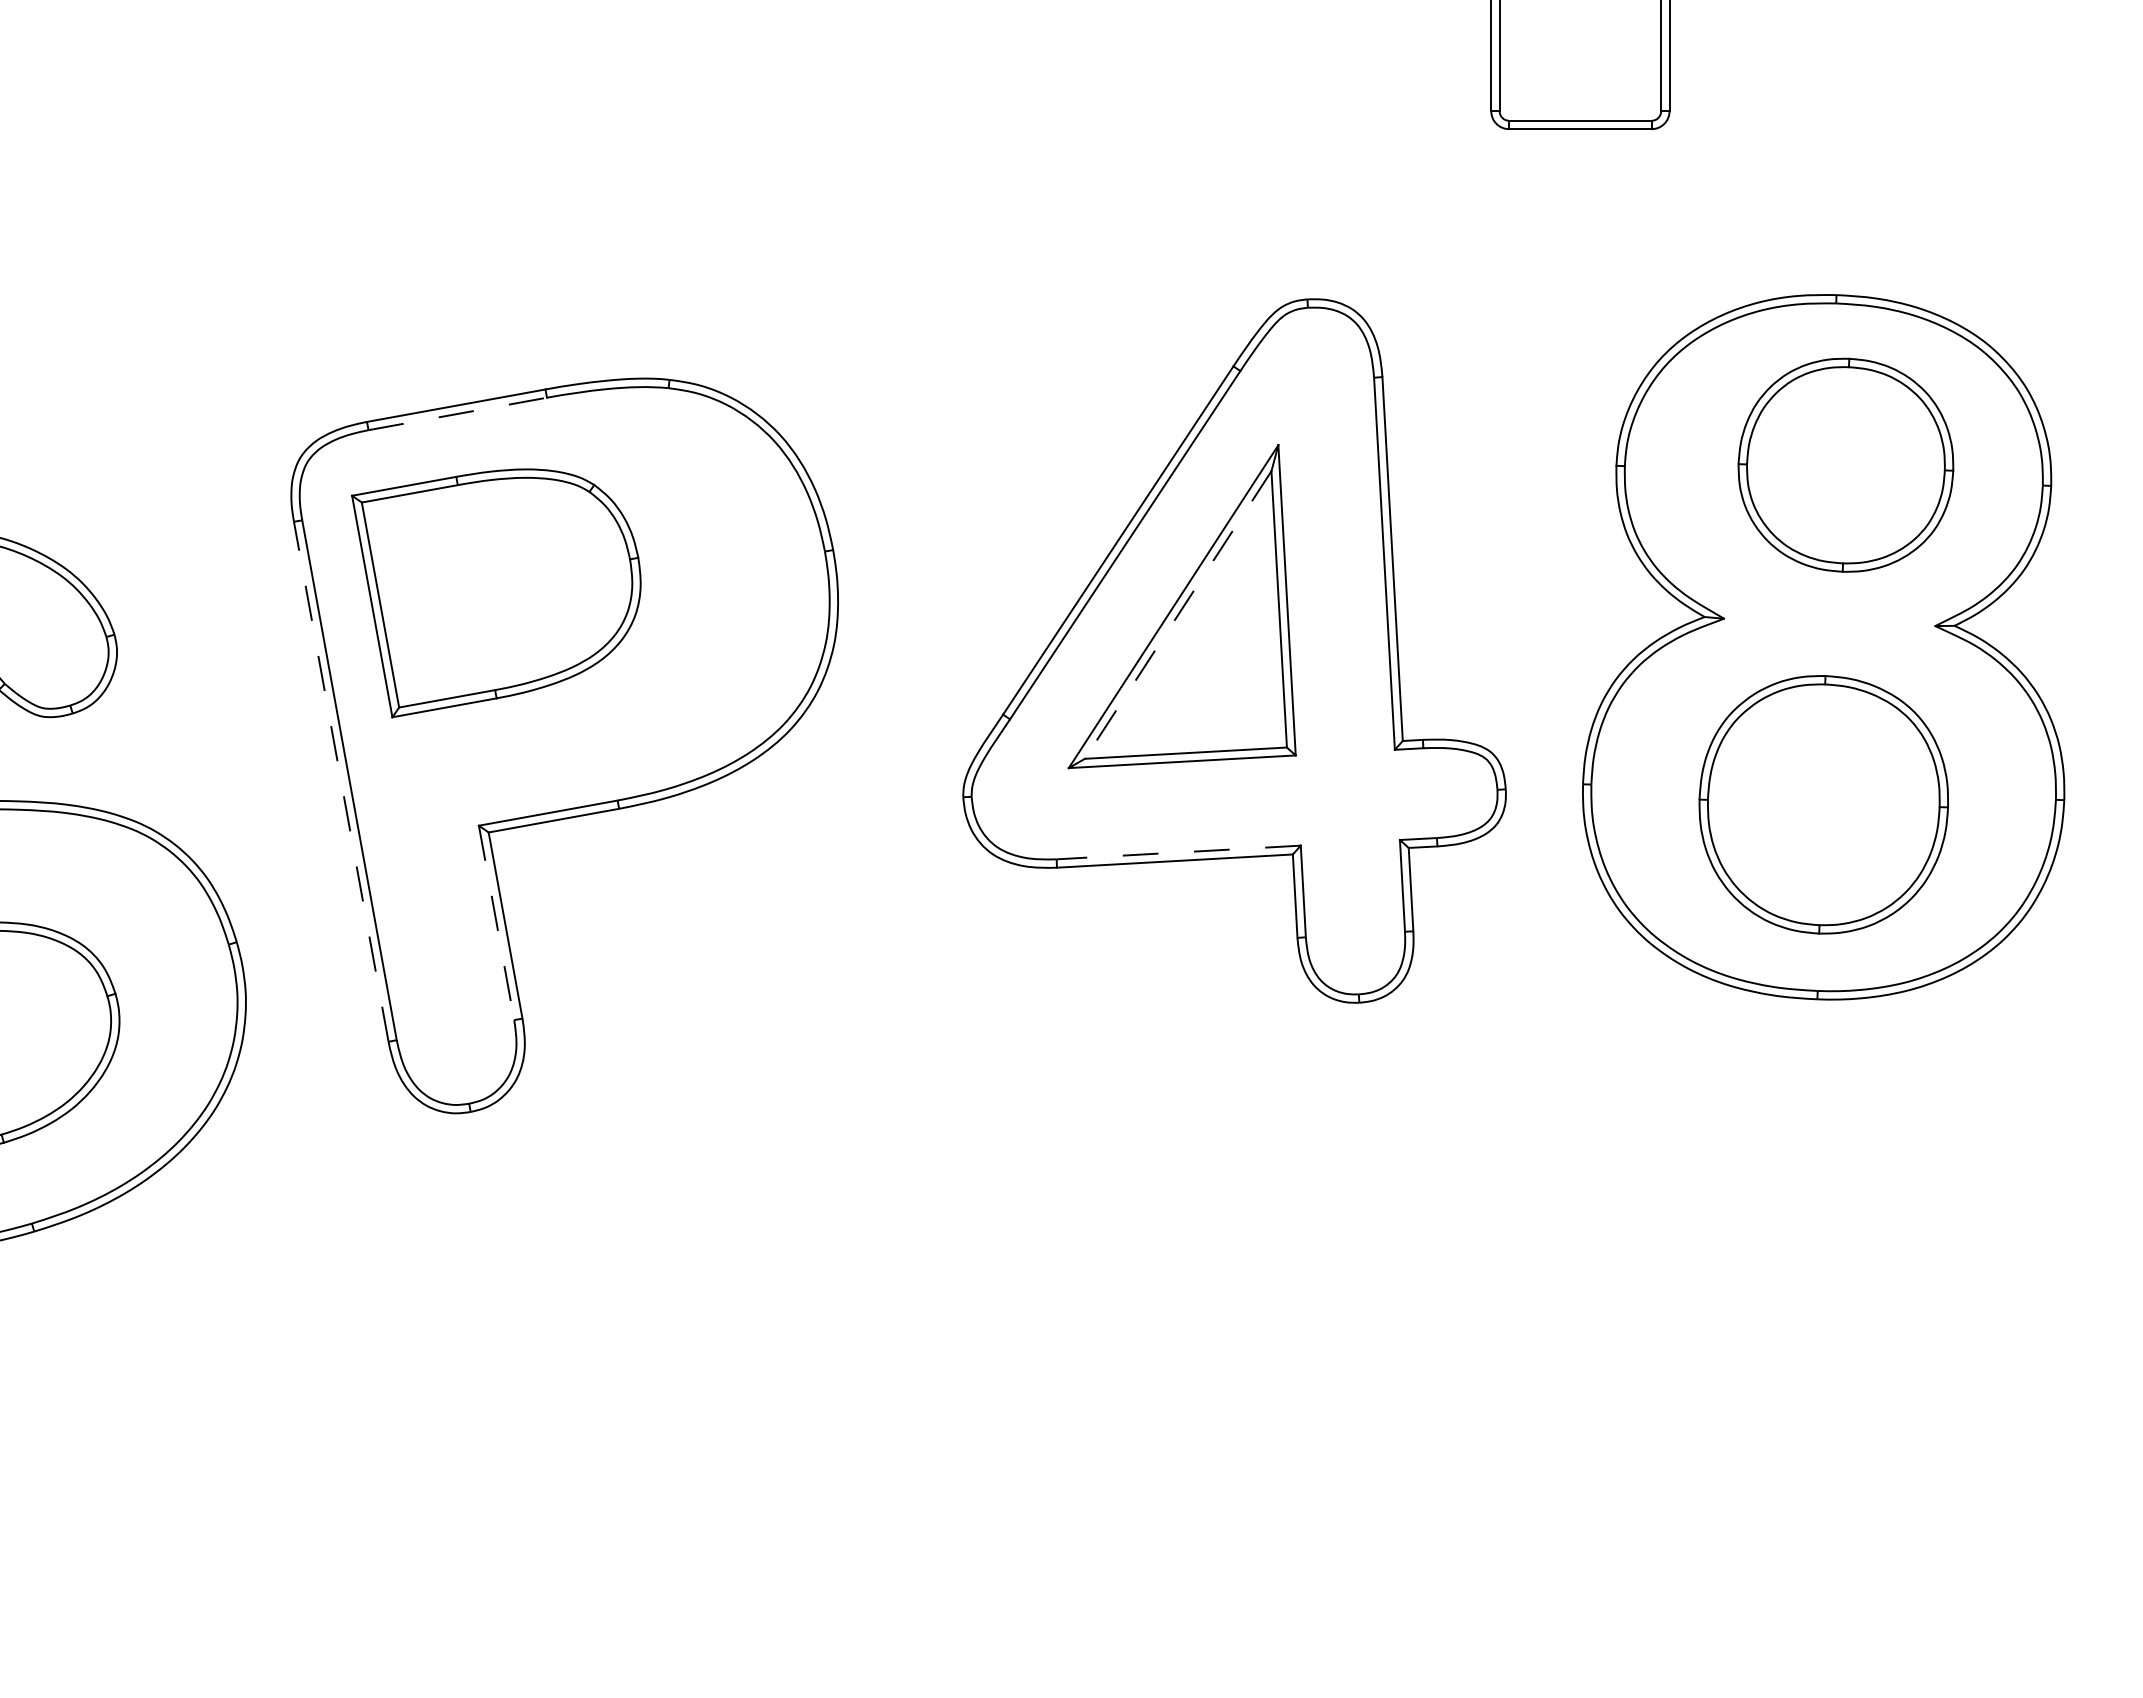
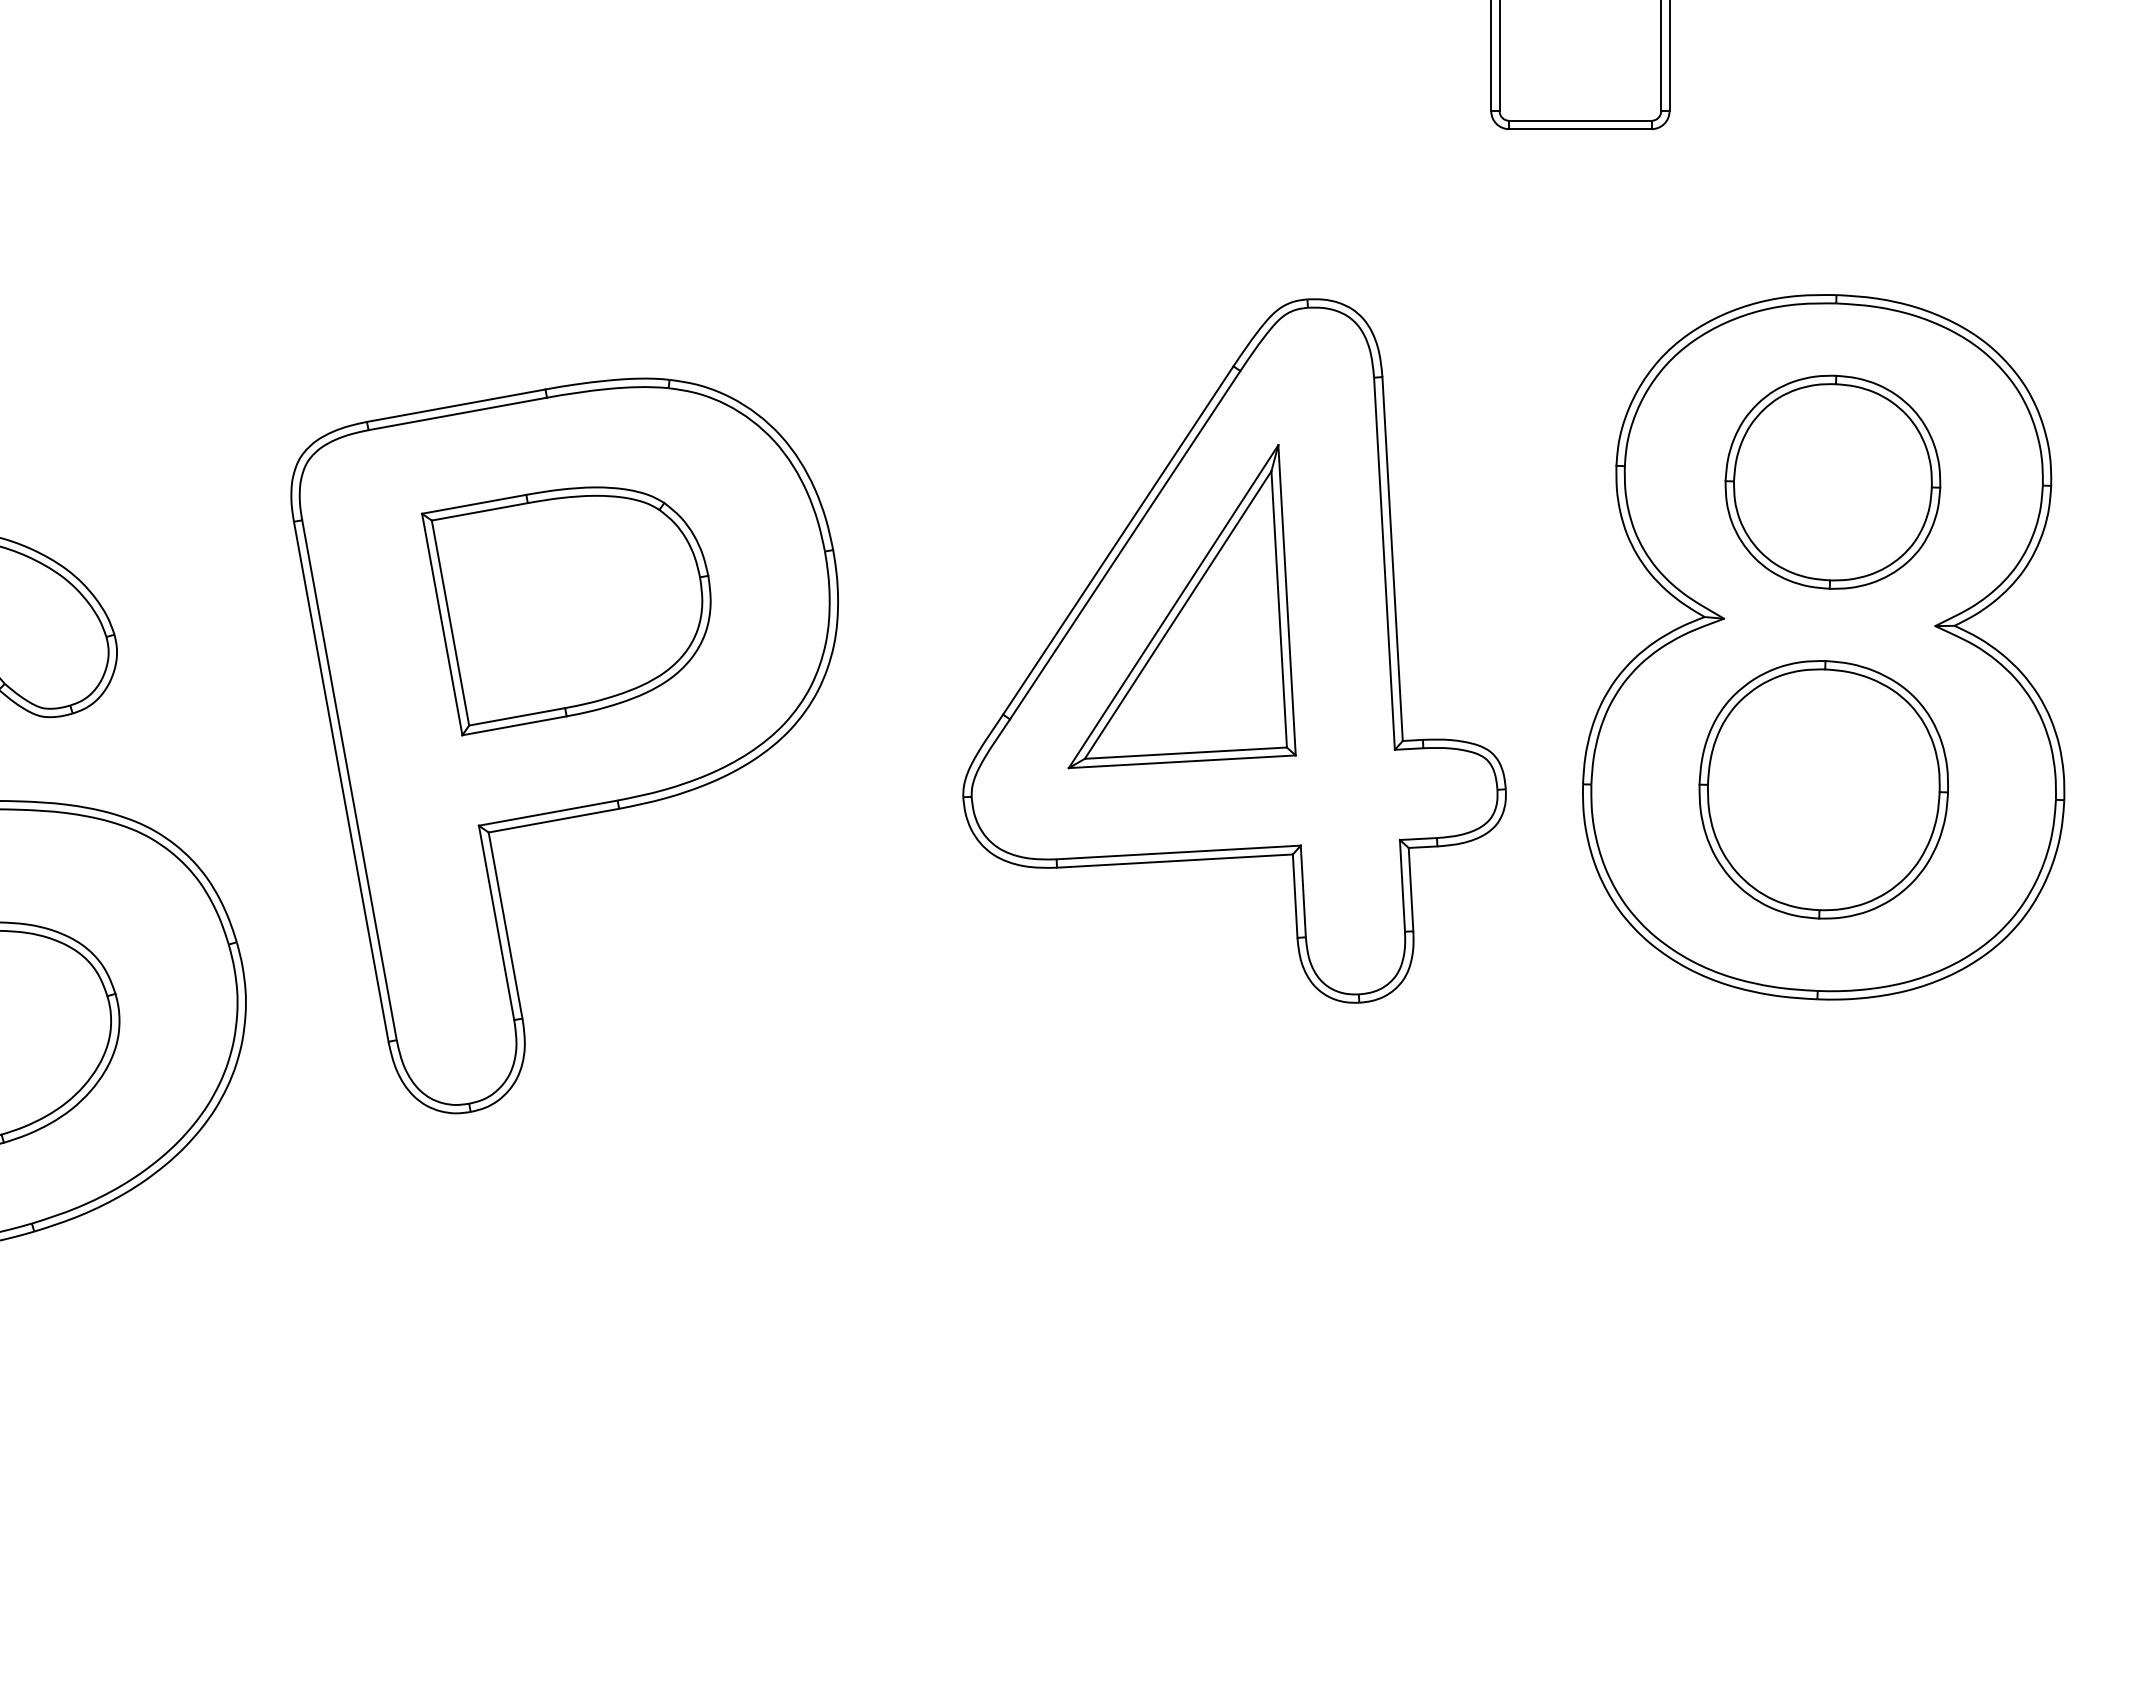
line at (457, 413): dashed -> solid
part at (1845, 464) position: (1845, 464) -> (1832, 481)
part at (496, 593) position: (496, 593) -> (566, 611)
line at (1177, 615): dashed -> solid
line at (341, 781): dashed -> solid
part at (1823, 804) position: (1823, 804) -> (1823, 789)
line at (1178, 852): dashed -> solid
line at (496, 922): dashed -> solid
